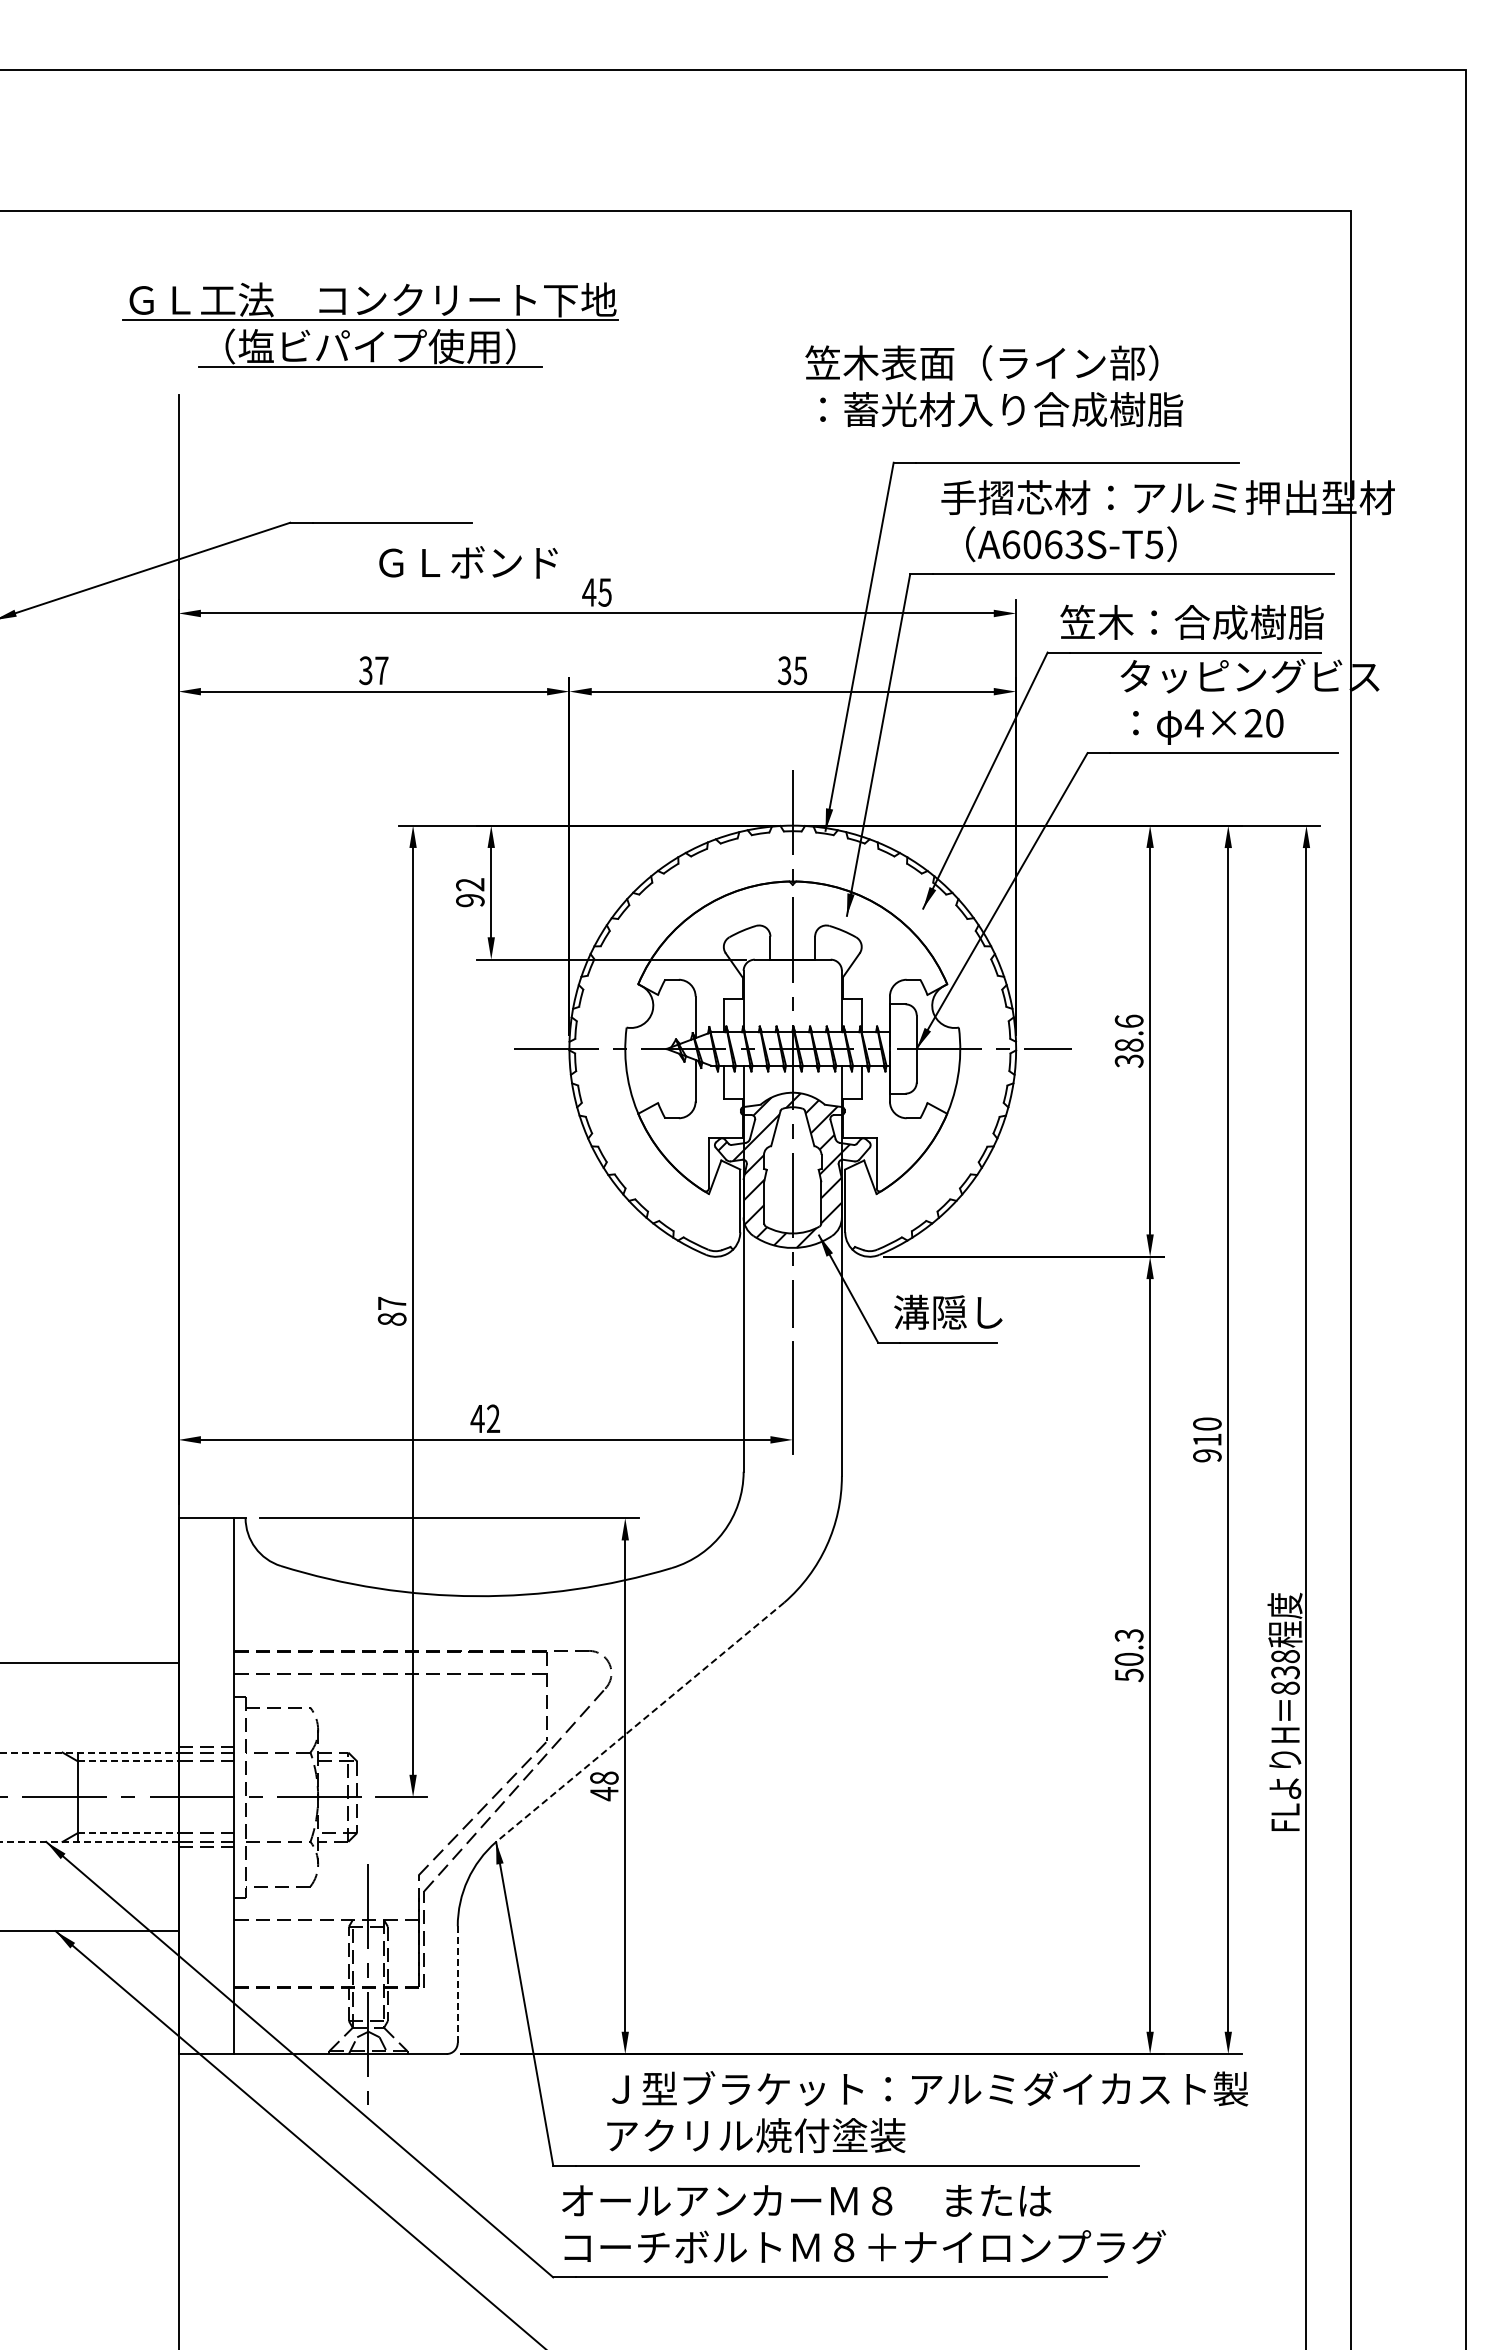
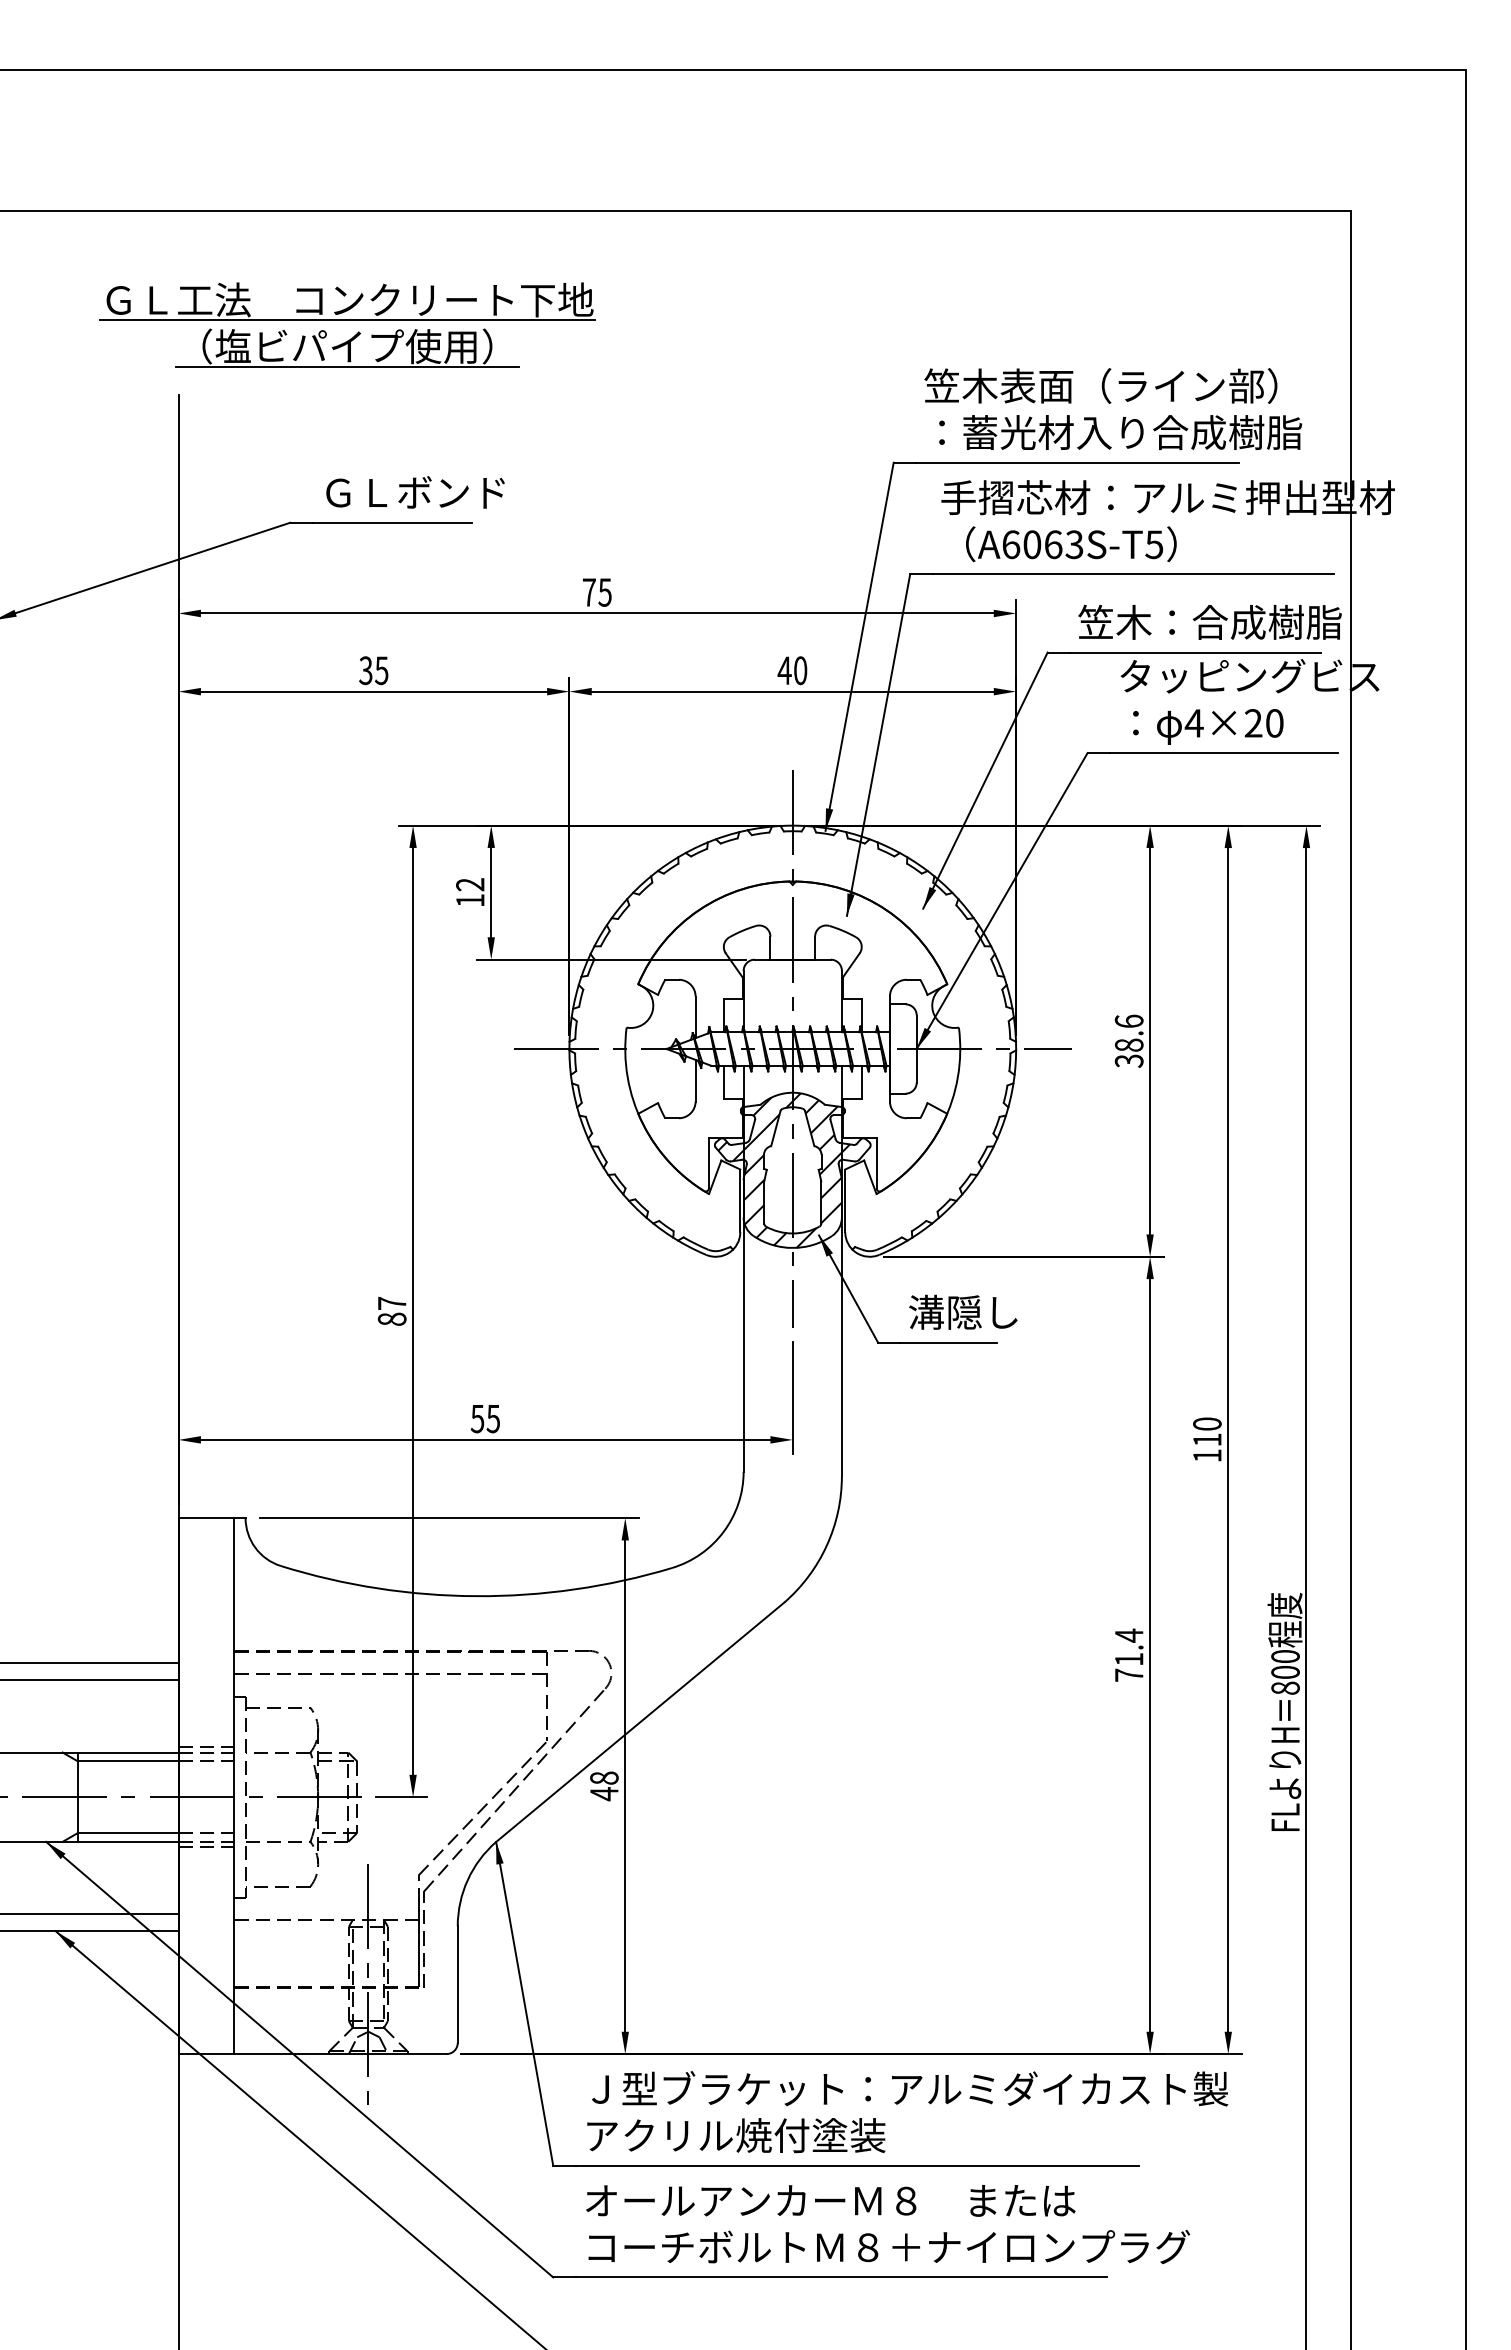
part at (370, 324) position: (370, 324) -> (347, 324)
text at (994, 386) position: (994, 386) -> (1113, 409)
text at (468, 562) position: (468, 562) -> (415, 492)
text at (589, 592): 45 -> 75
text at (1191, 621) position: (1191, 621) -> (1209, 621)
text at (381, 670): 37 -> 35
text at (792, 670): 35 -> 40
text at (470, 900): 92 -> 12
text at (948, 1311) position: (948, 1311) -> (963, 1311)
text at (485, 1418): 42 -> 55
text at (1207, 1455): 910 -> 110
text at (1128, 1655): 50.3 -> 71.4
text at (1285, 1664): 838 -> 800
line at (90, 1679): none -> present
line at (639, 1722): dashed -> solid
line at (89, 1752): dashed -> solid
line at (128, 1761): dashed -> solid
line at (128, 1832): dashed -> solid
line at (89, 1841): dashed -> solid
line at (90, 1914): none -> present
line at (457, 1984): dashed -> solid
text at (927, 2112) position: (927, 2112) -> (907, 2112)
text at (864, 2224) position: (864, 2224) -> (888, 2224)
